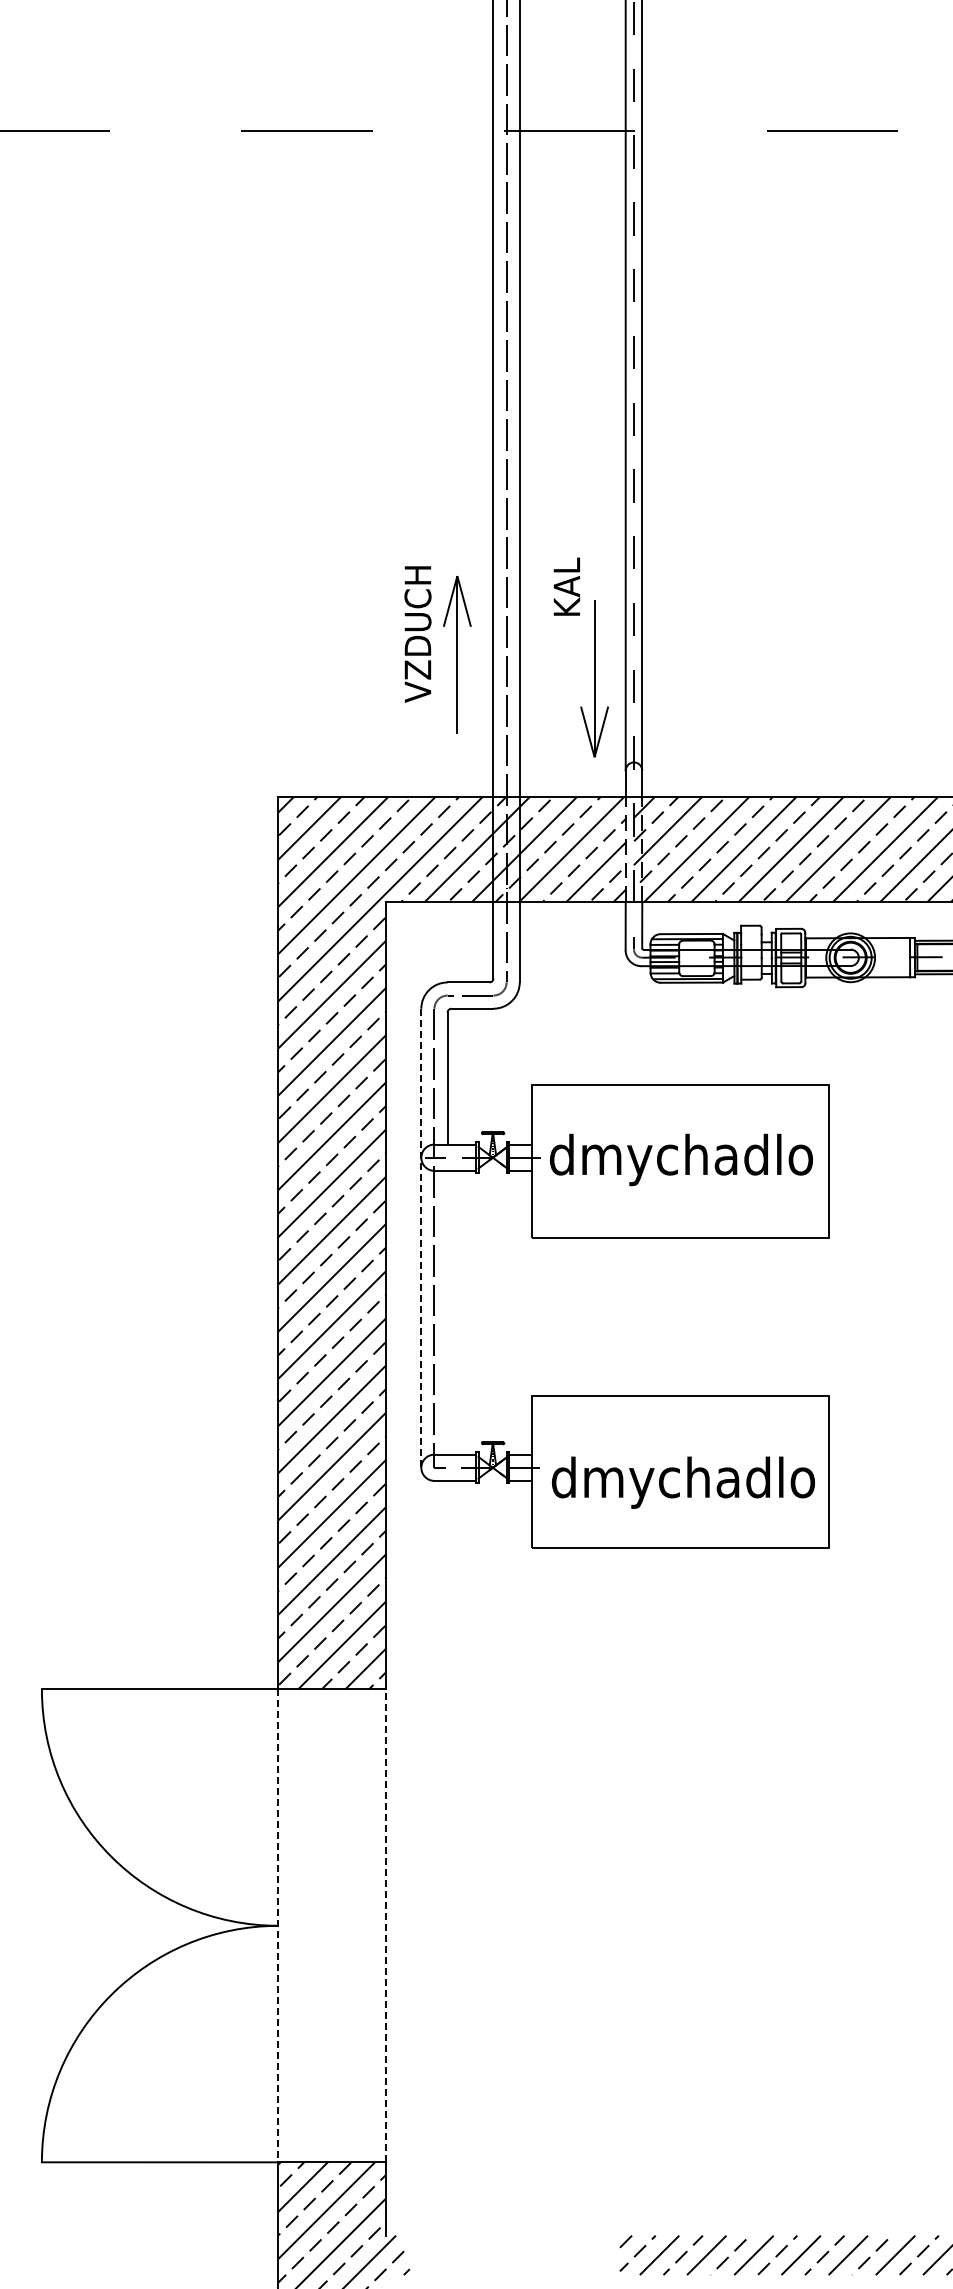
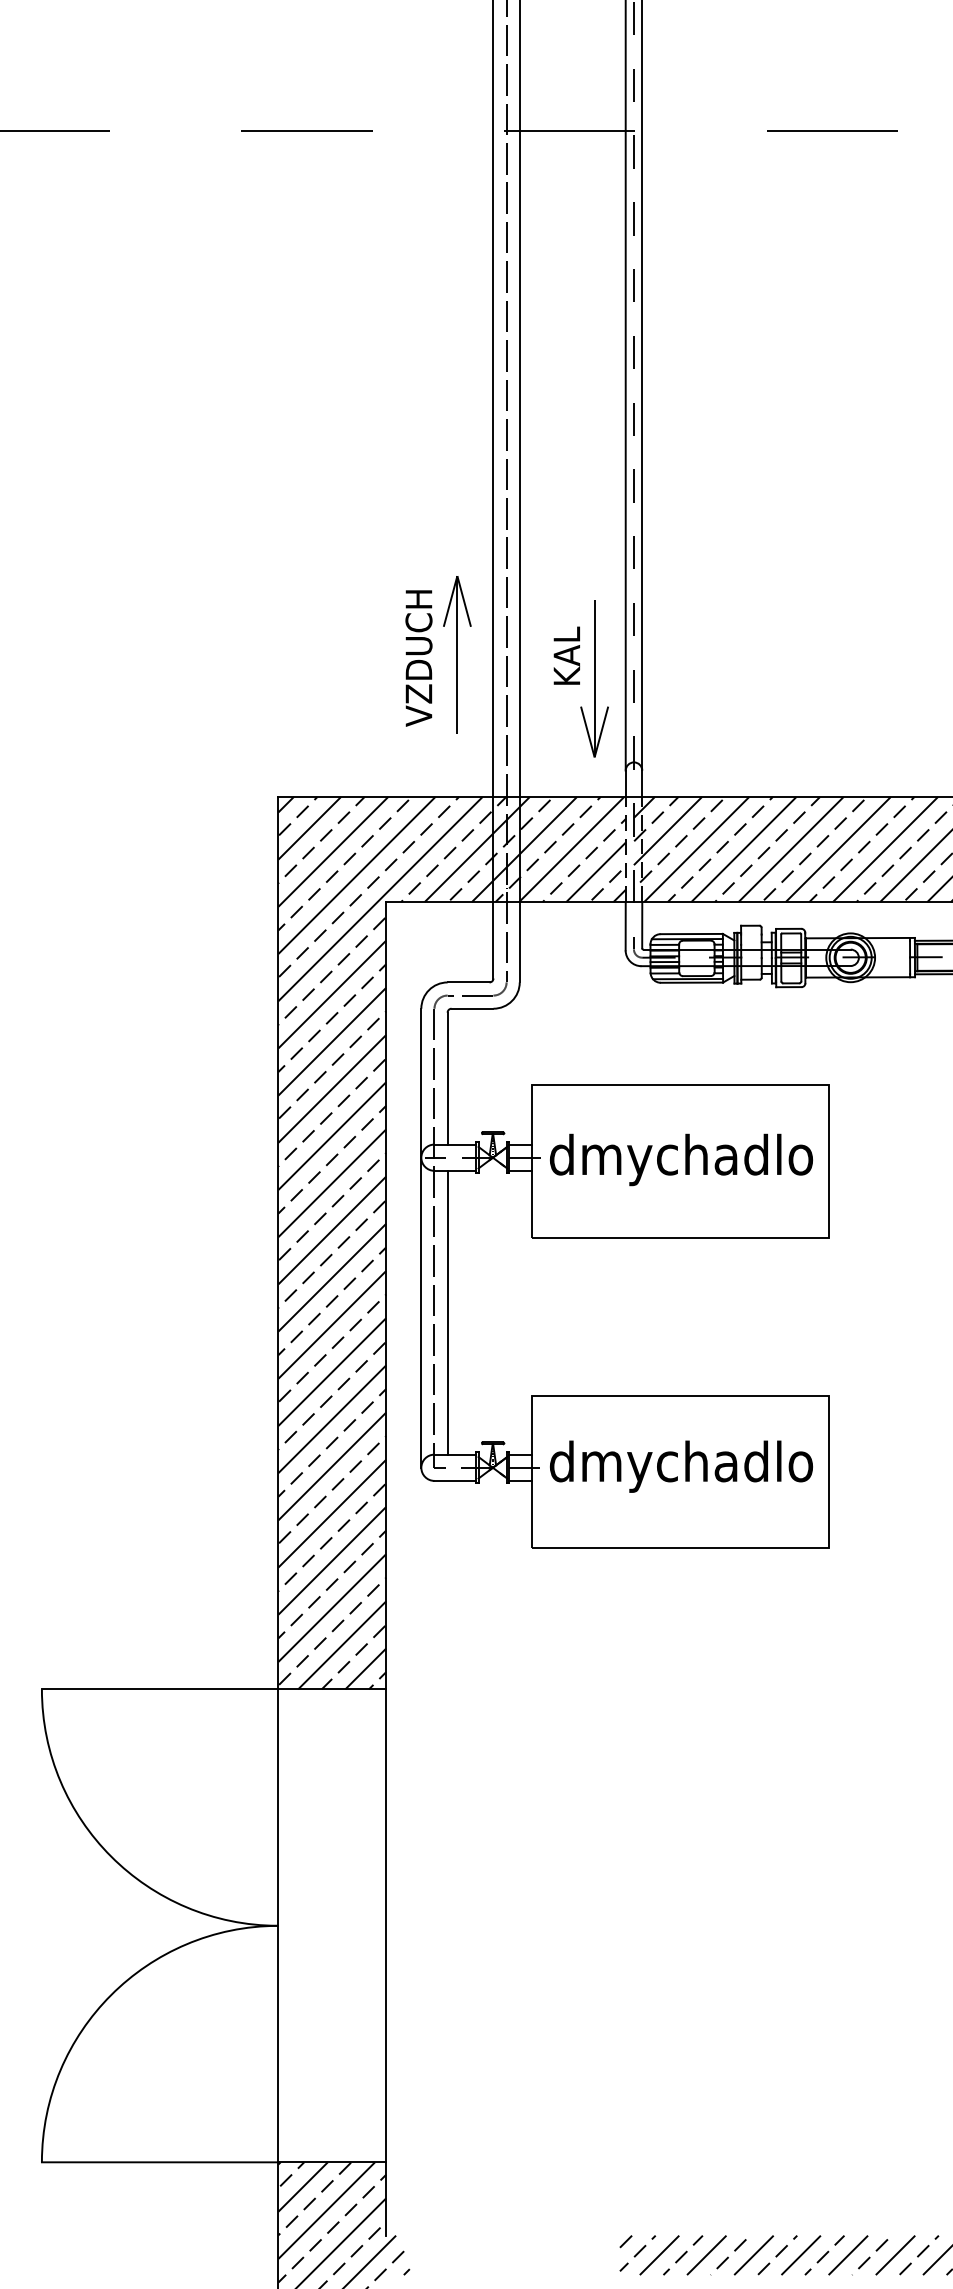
text at (566, 586) position: (566, 586) -> (566, 655)
text at (417, 634) position: (417, 634) -> (418, 658)
line at (421, 1238): dashed -> solid
line at (447, 1312): none -> present
text at (683, 1482) position: (683, 1482) -> (681, 1466)
line at (386, 1925): dashed -> solid
line at (278, 1926): dashed -> solid
